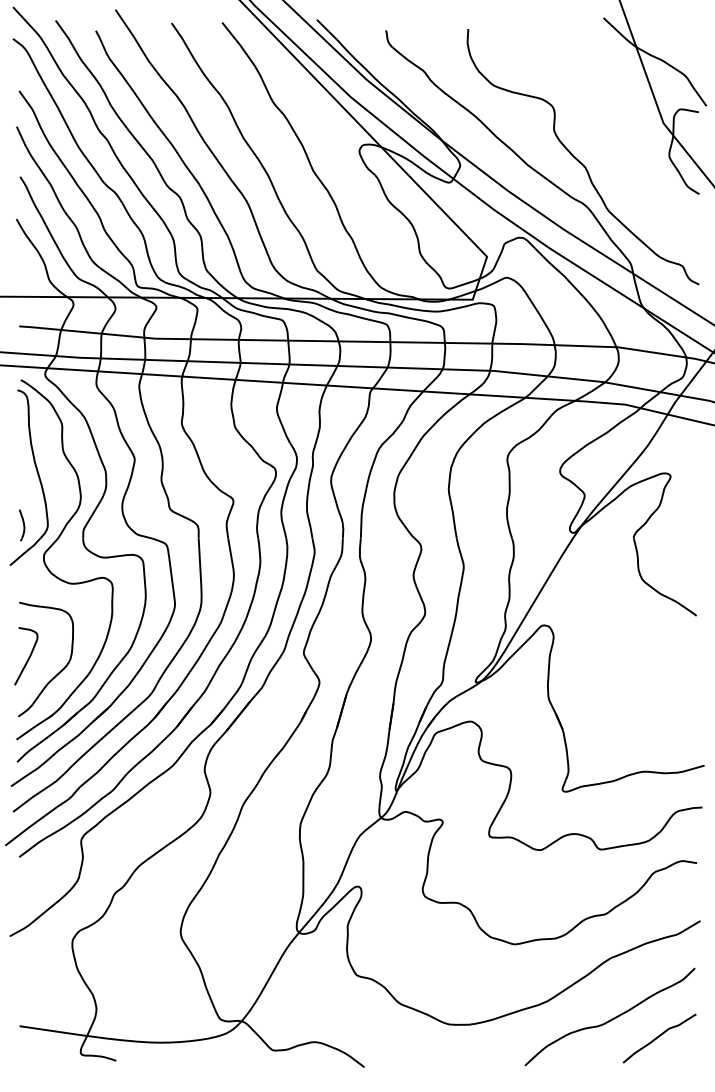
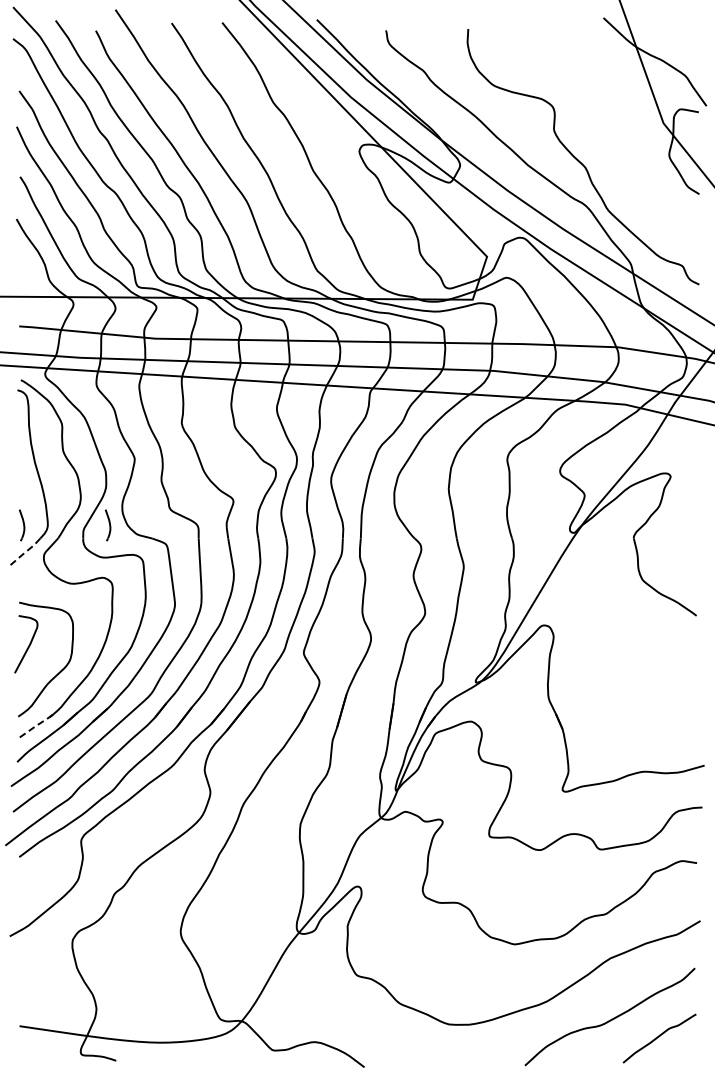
part at (108, 525): none -> present
line at (25, 552): solid -> dashed
curve at (28, 657) position: (28, 657) -> (28, 645)
line at (35, 726): solid -> dashed
